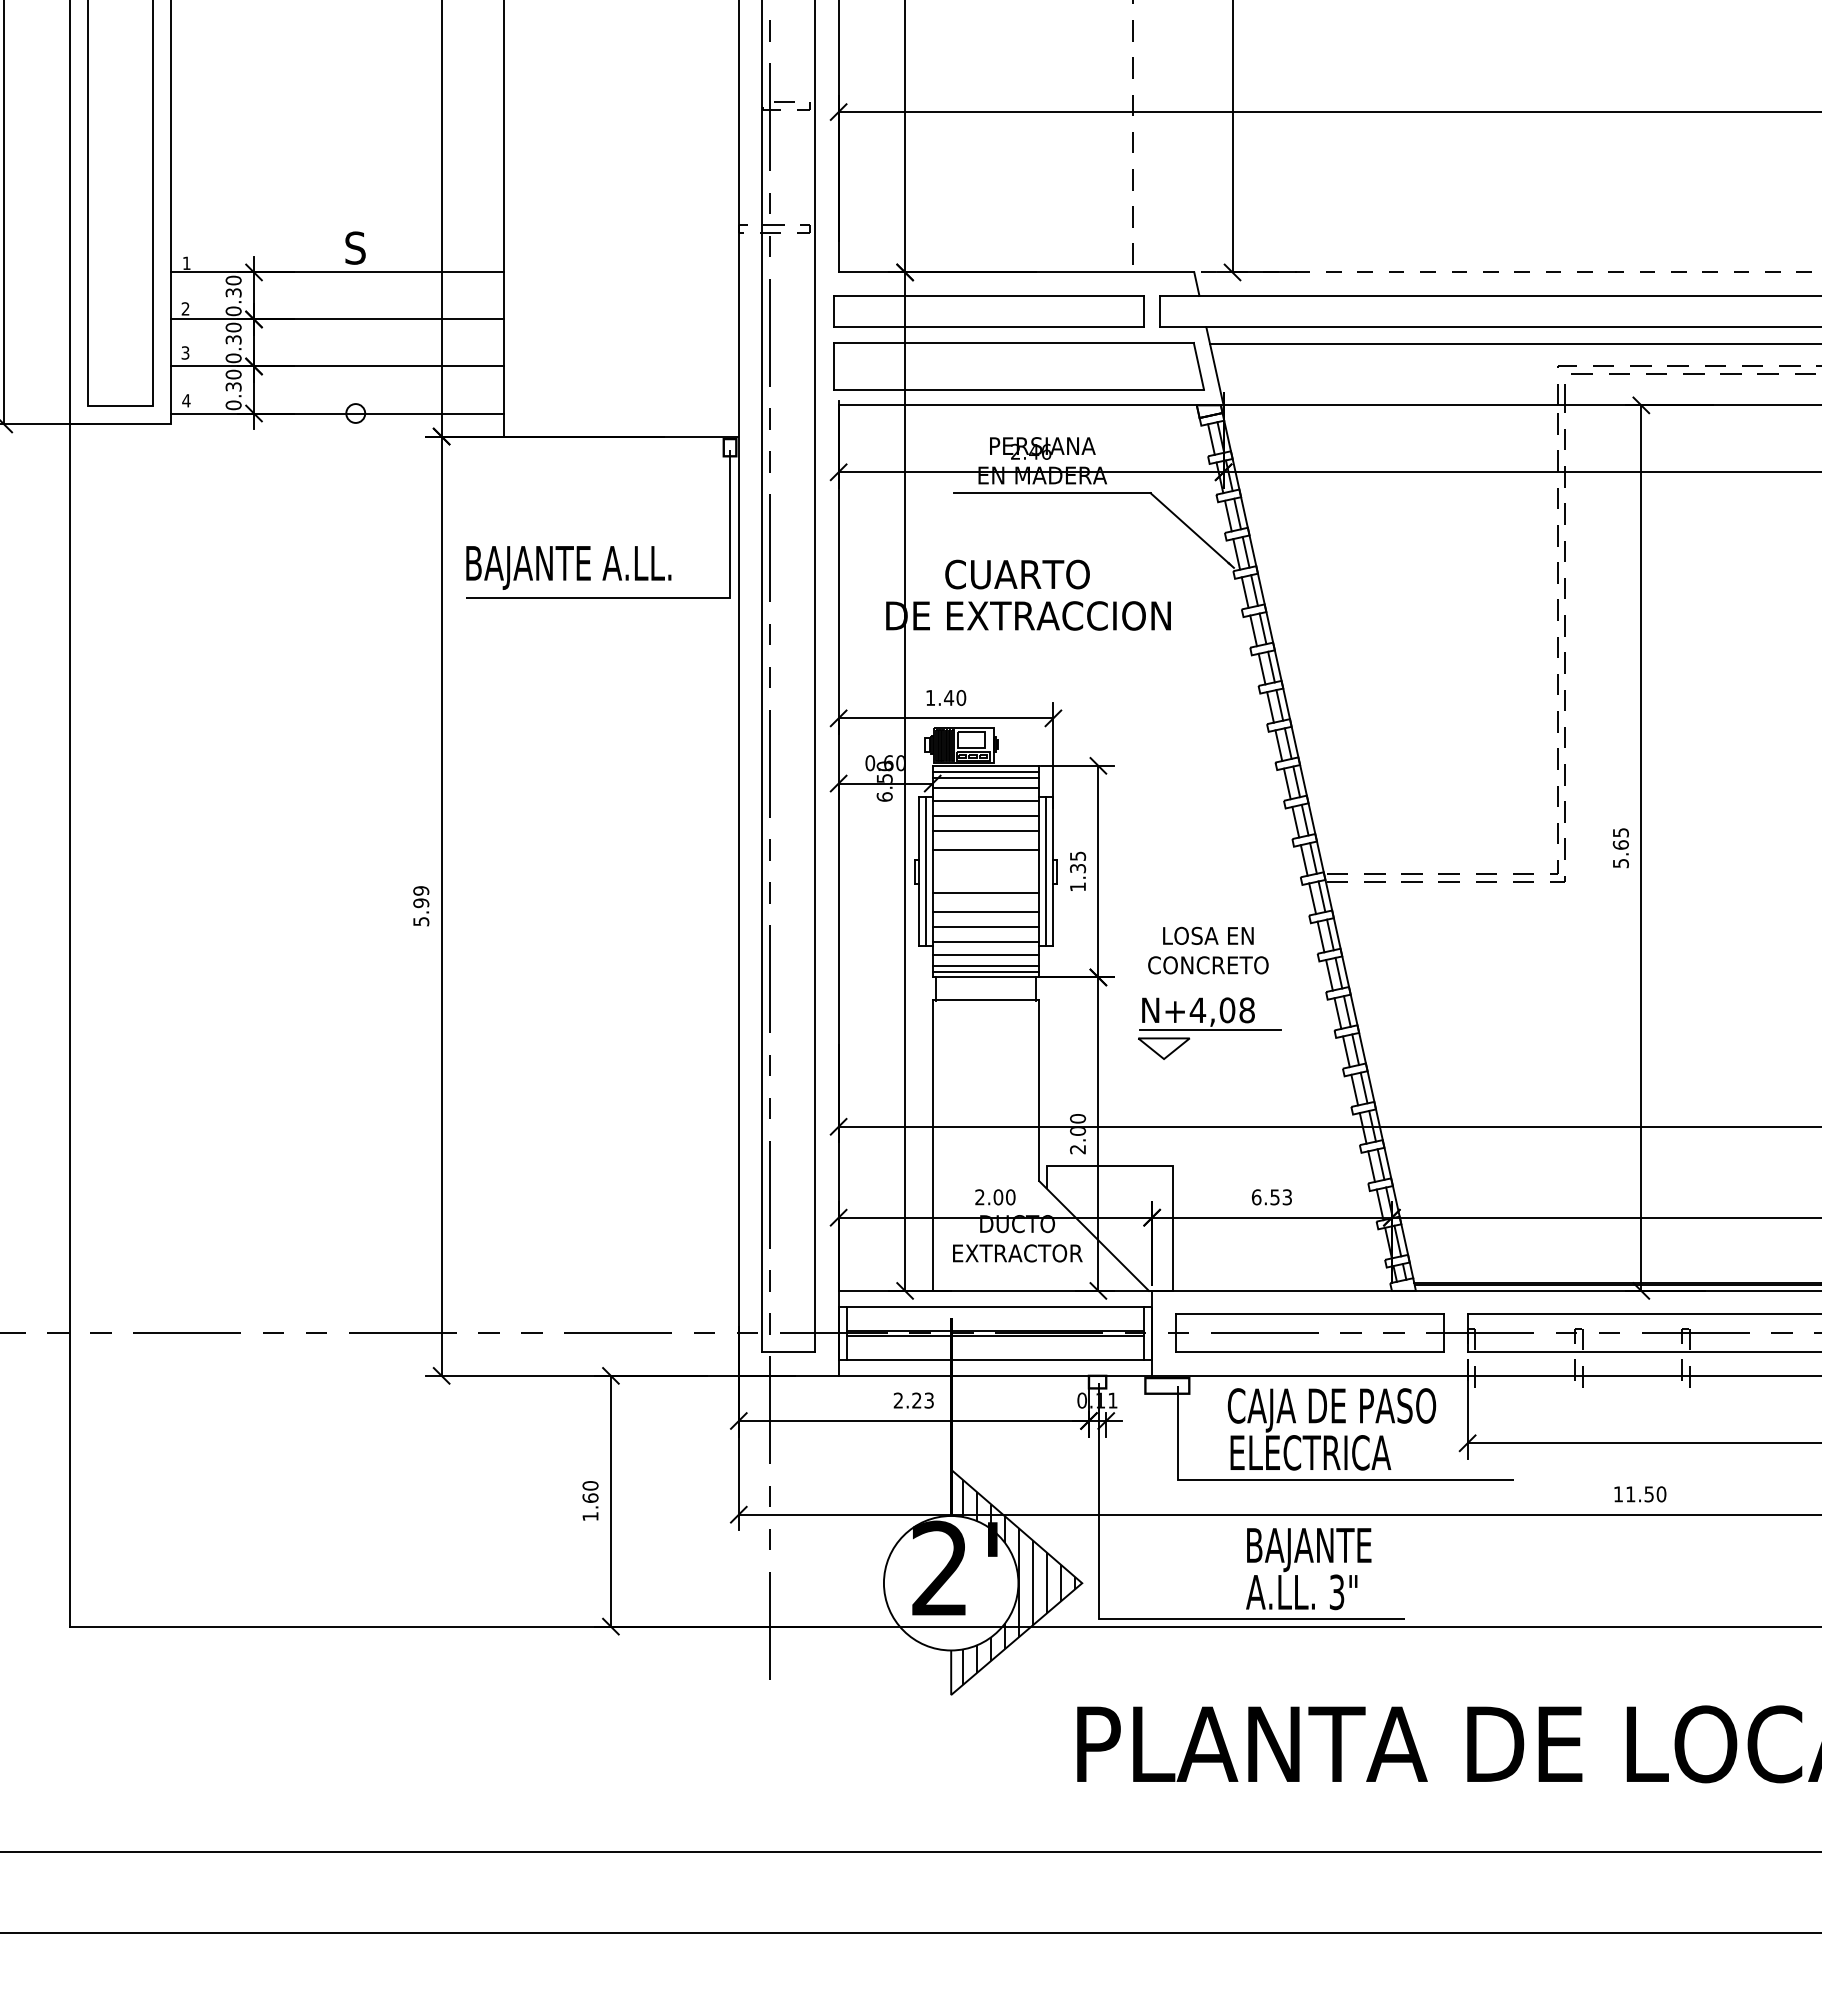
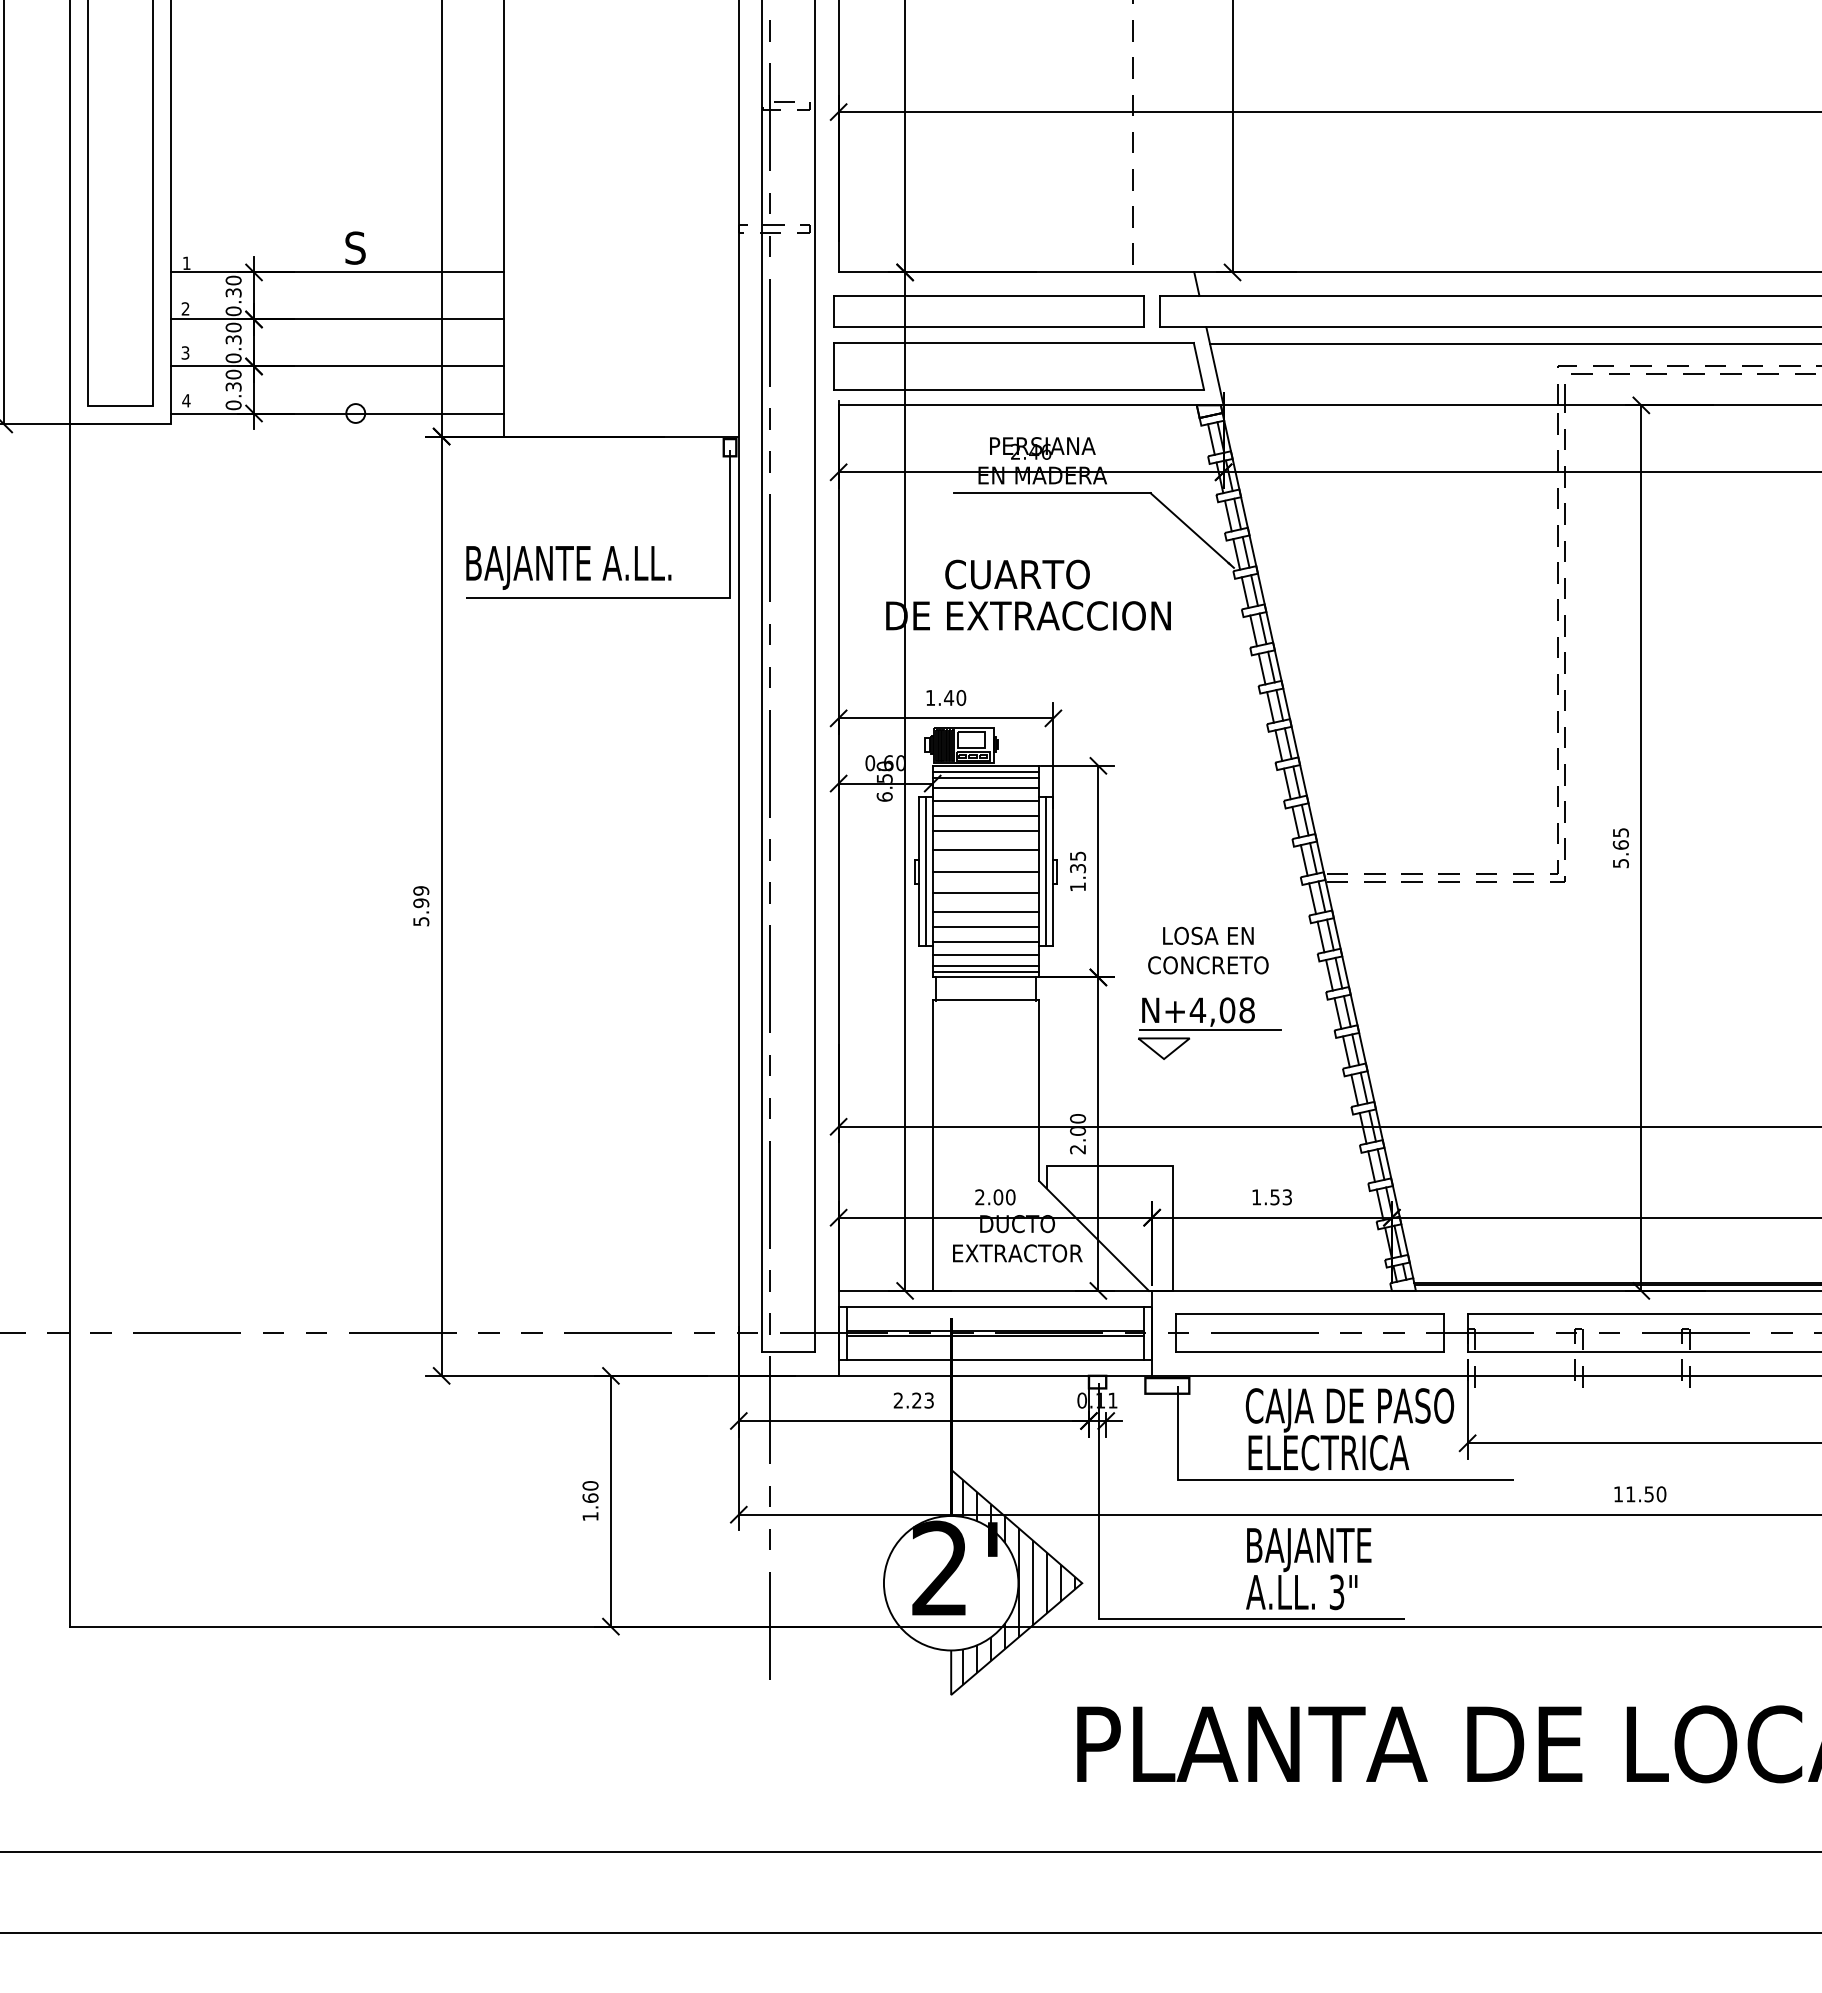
line at (1507, 272): dashed -> solid
line at (985, 871): none -> present
text at (1256, 1197): 6.53 -> 1.53
text at (1331, 1429) position: (1331, 1429) -> (1349, 1429)
